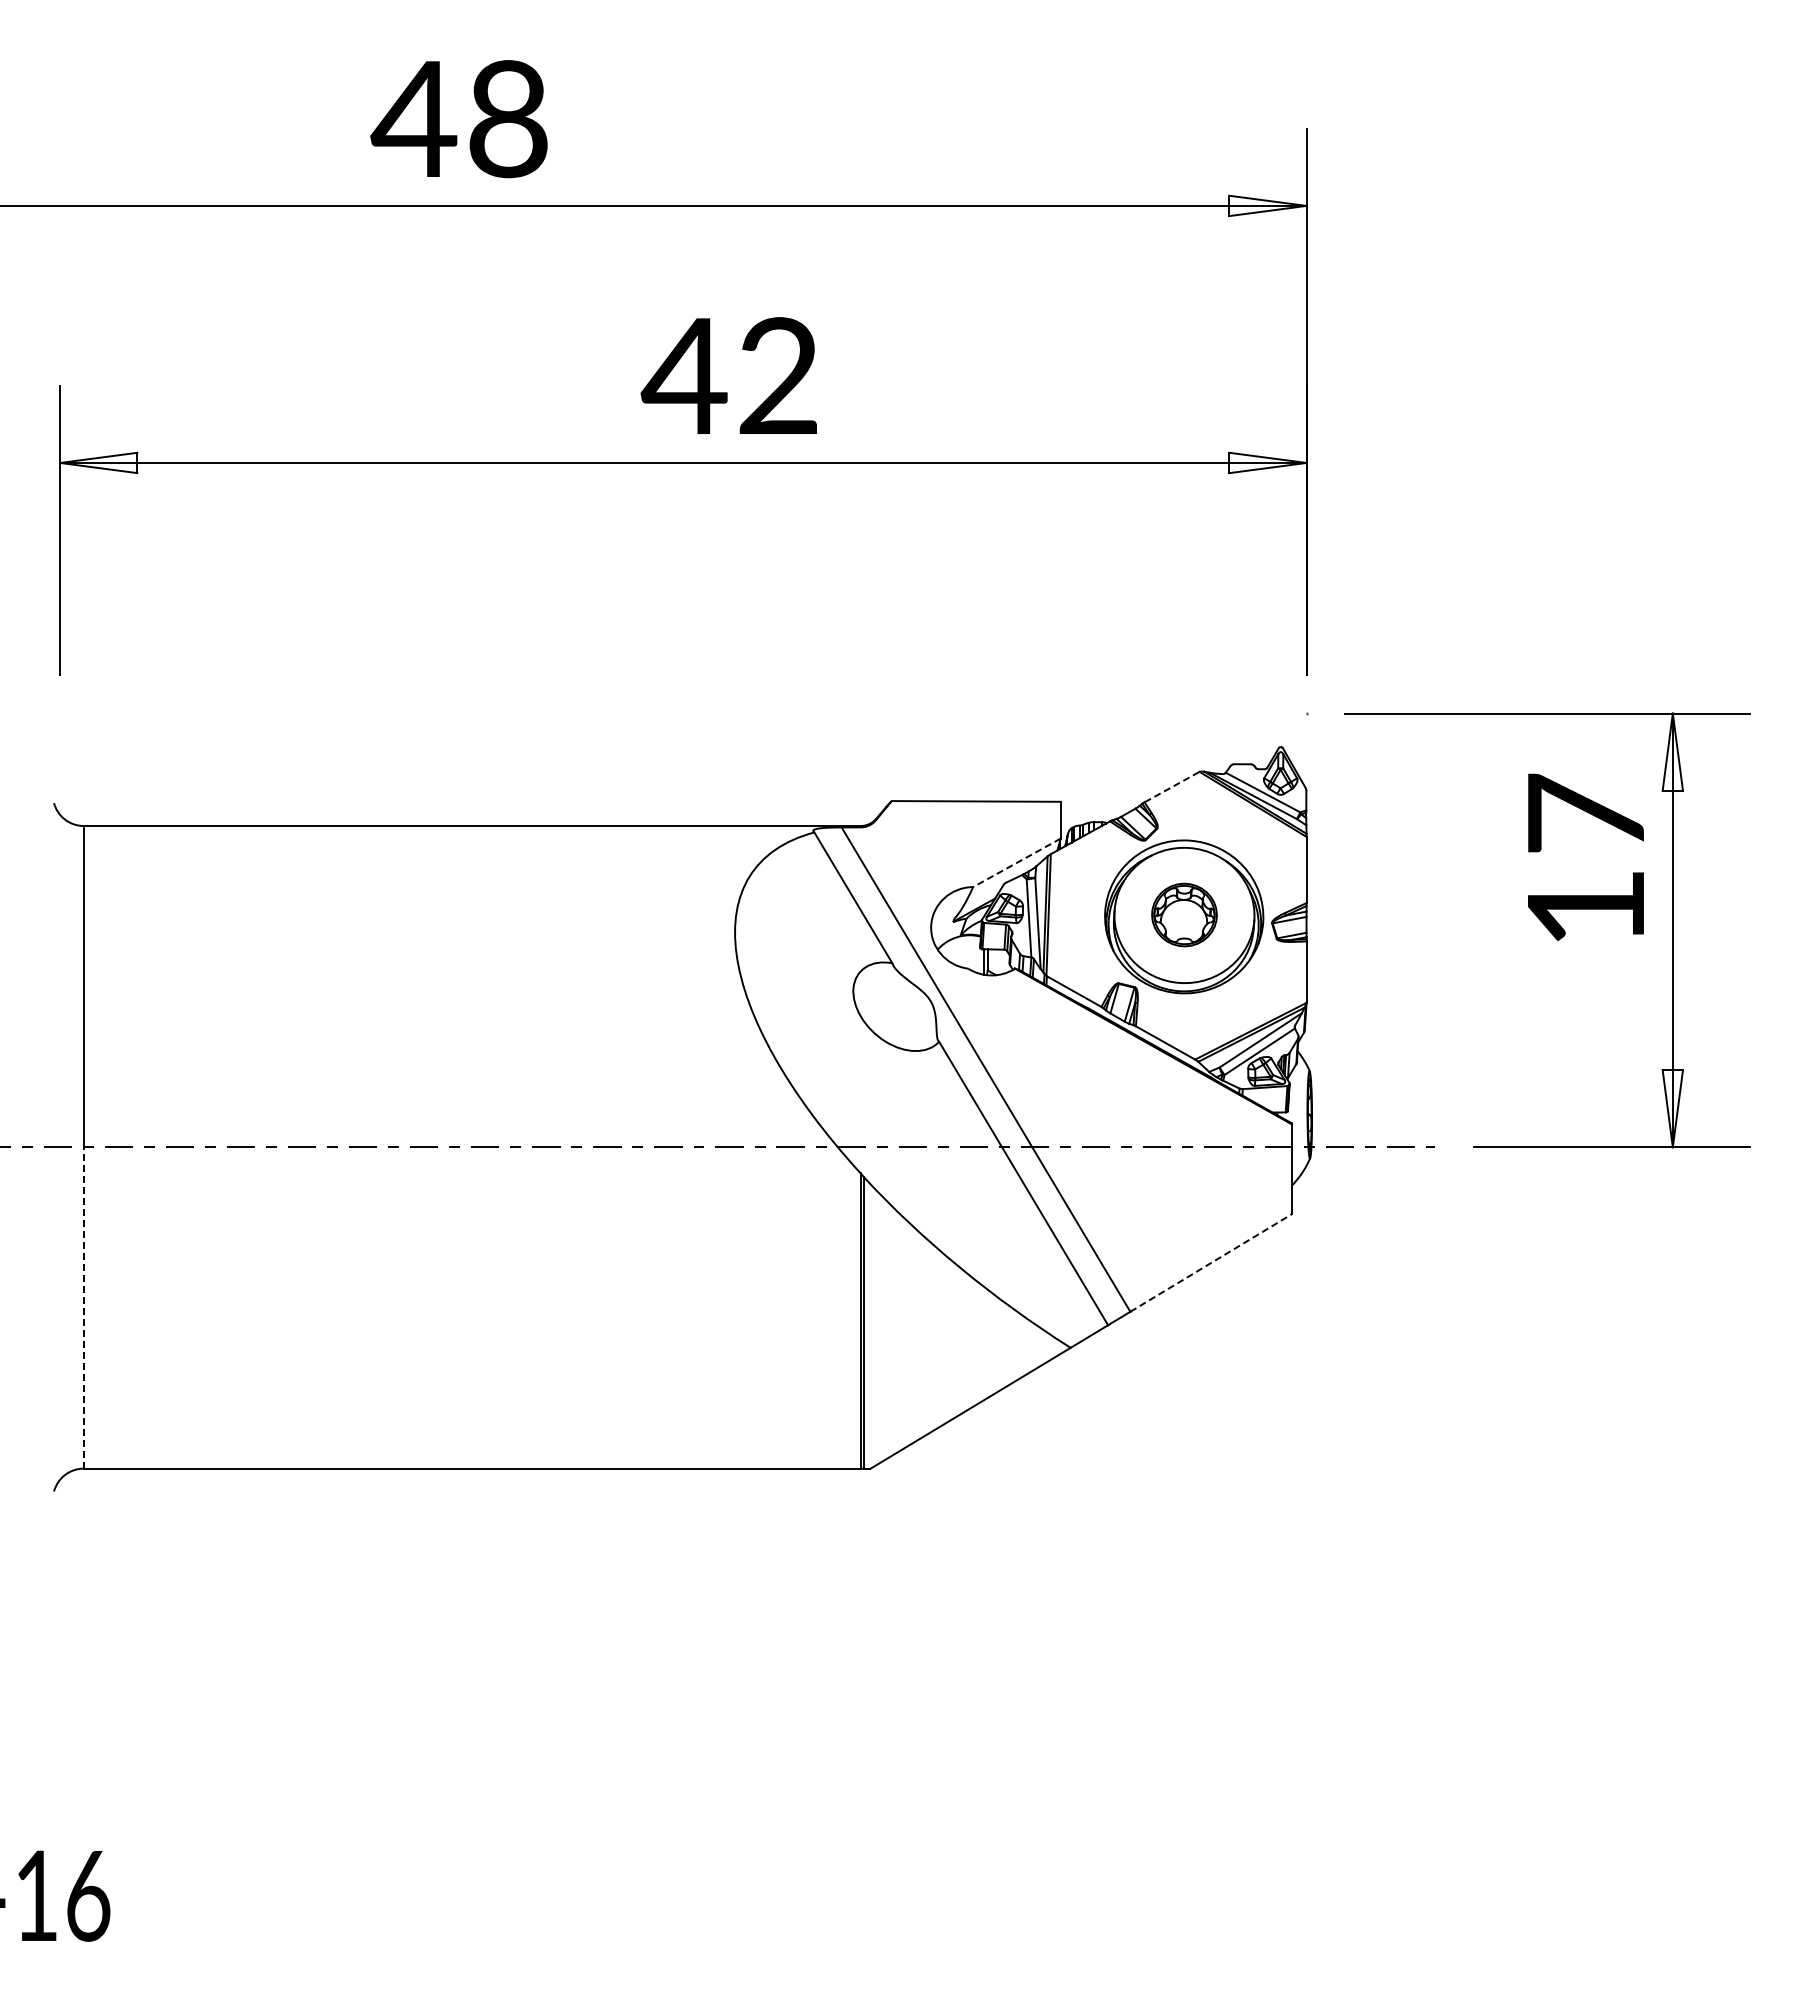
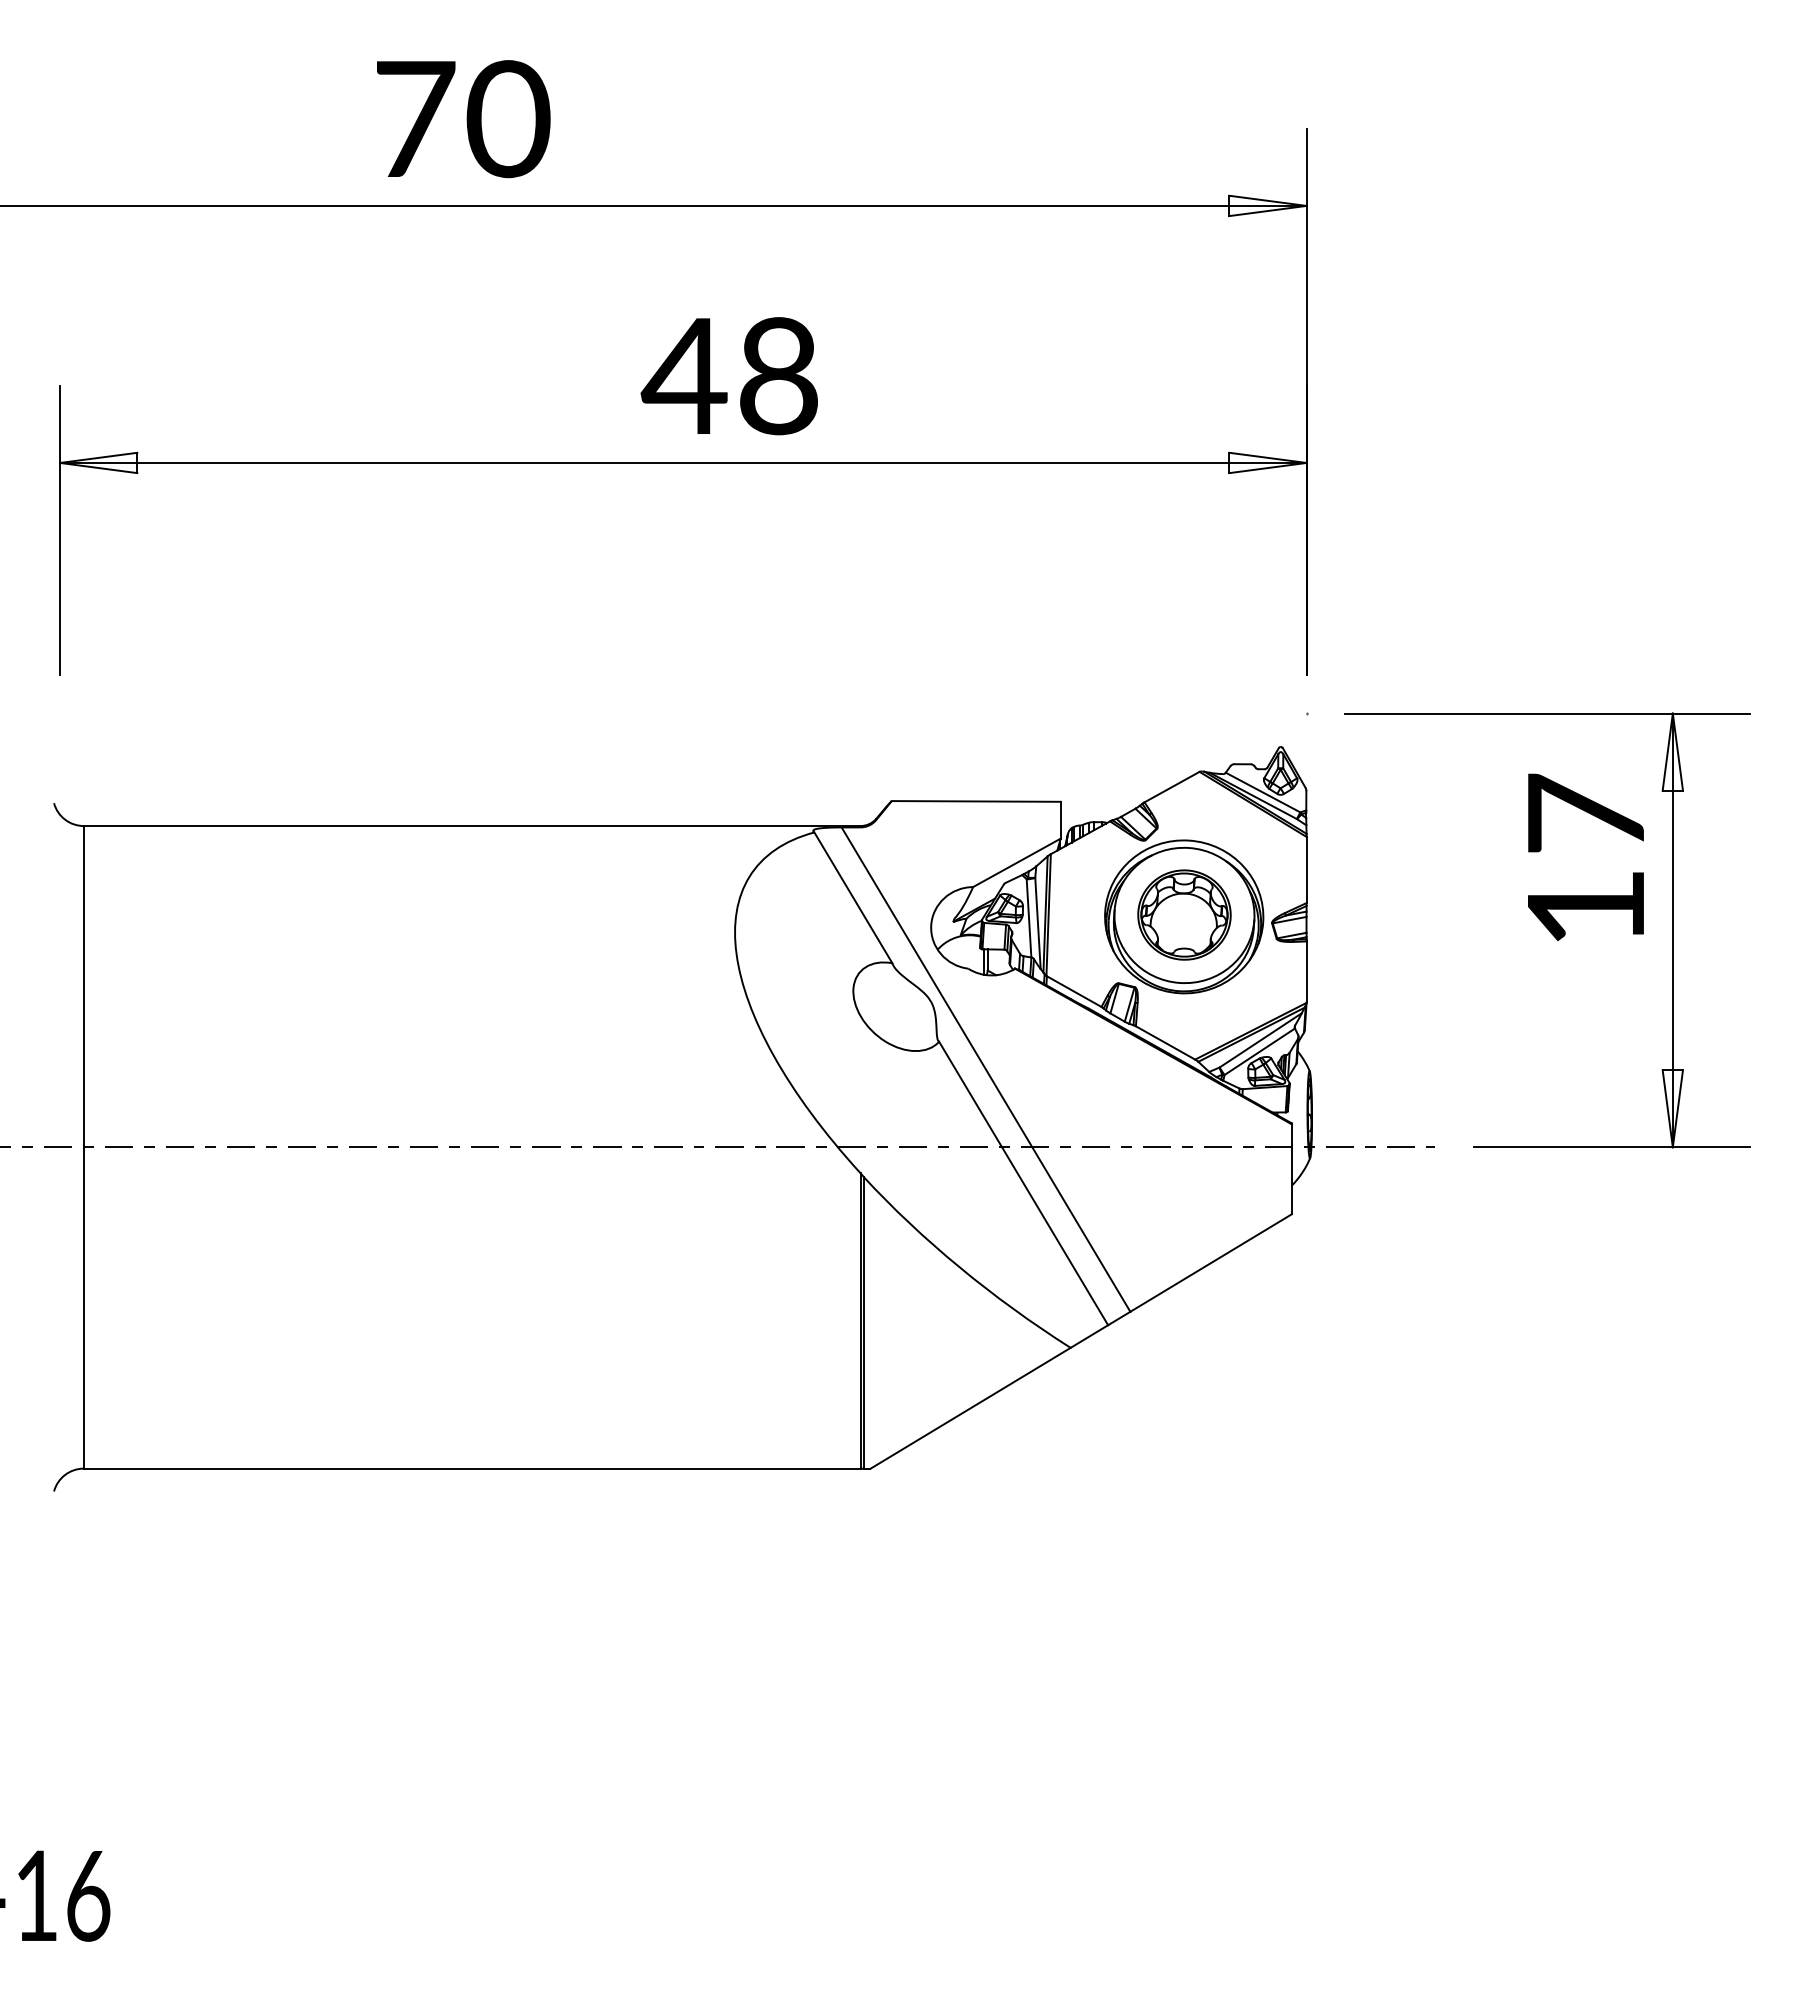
text at (460, 119): 48 -> 70
text at (778, 376): 42 -> 48
line at (1171, 787): dashed -> solid
line at (1016, 863): dashed -> solid
part at (1184, 914) size: 67x66 px -> 95x92 px
line at (1211, 1262): dashed -> solid
line at (83, 1307): dashed -> solid
